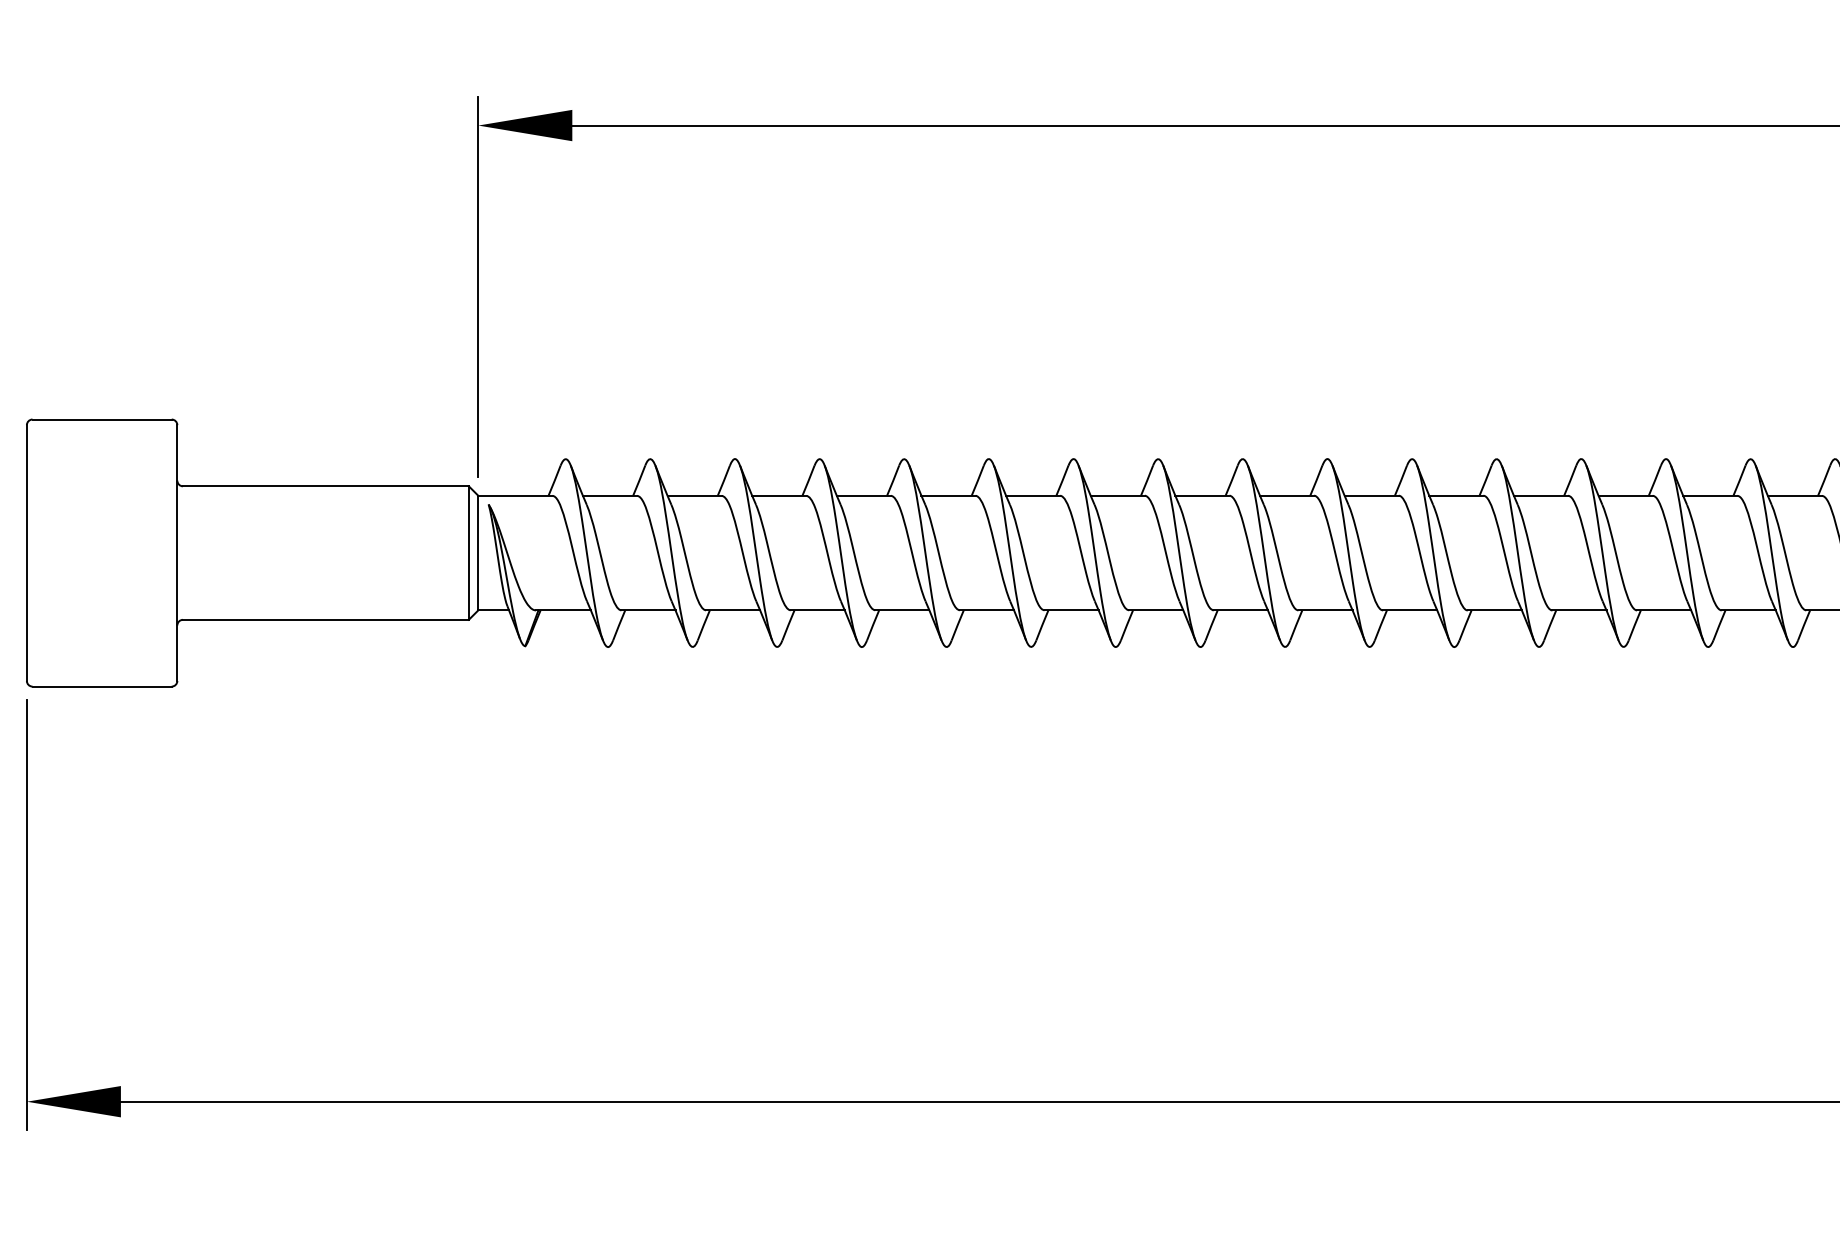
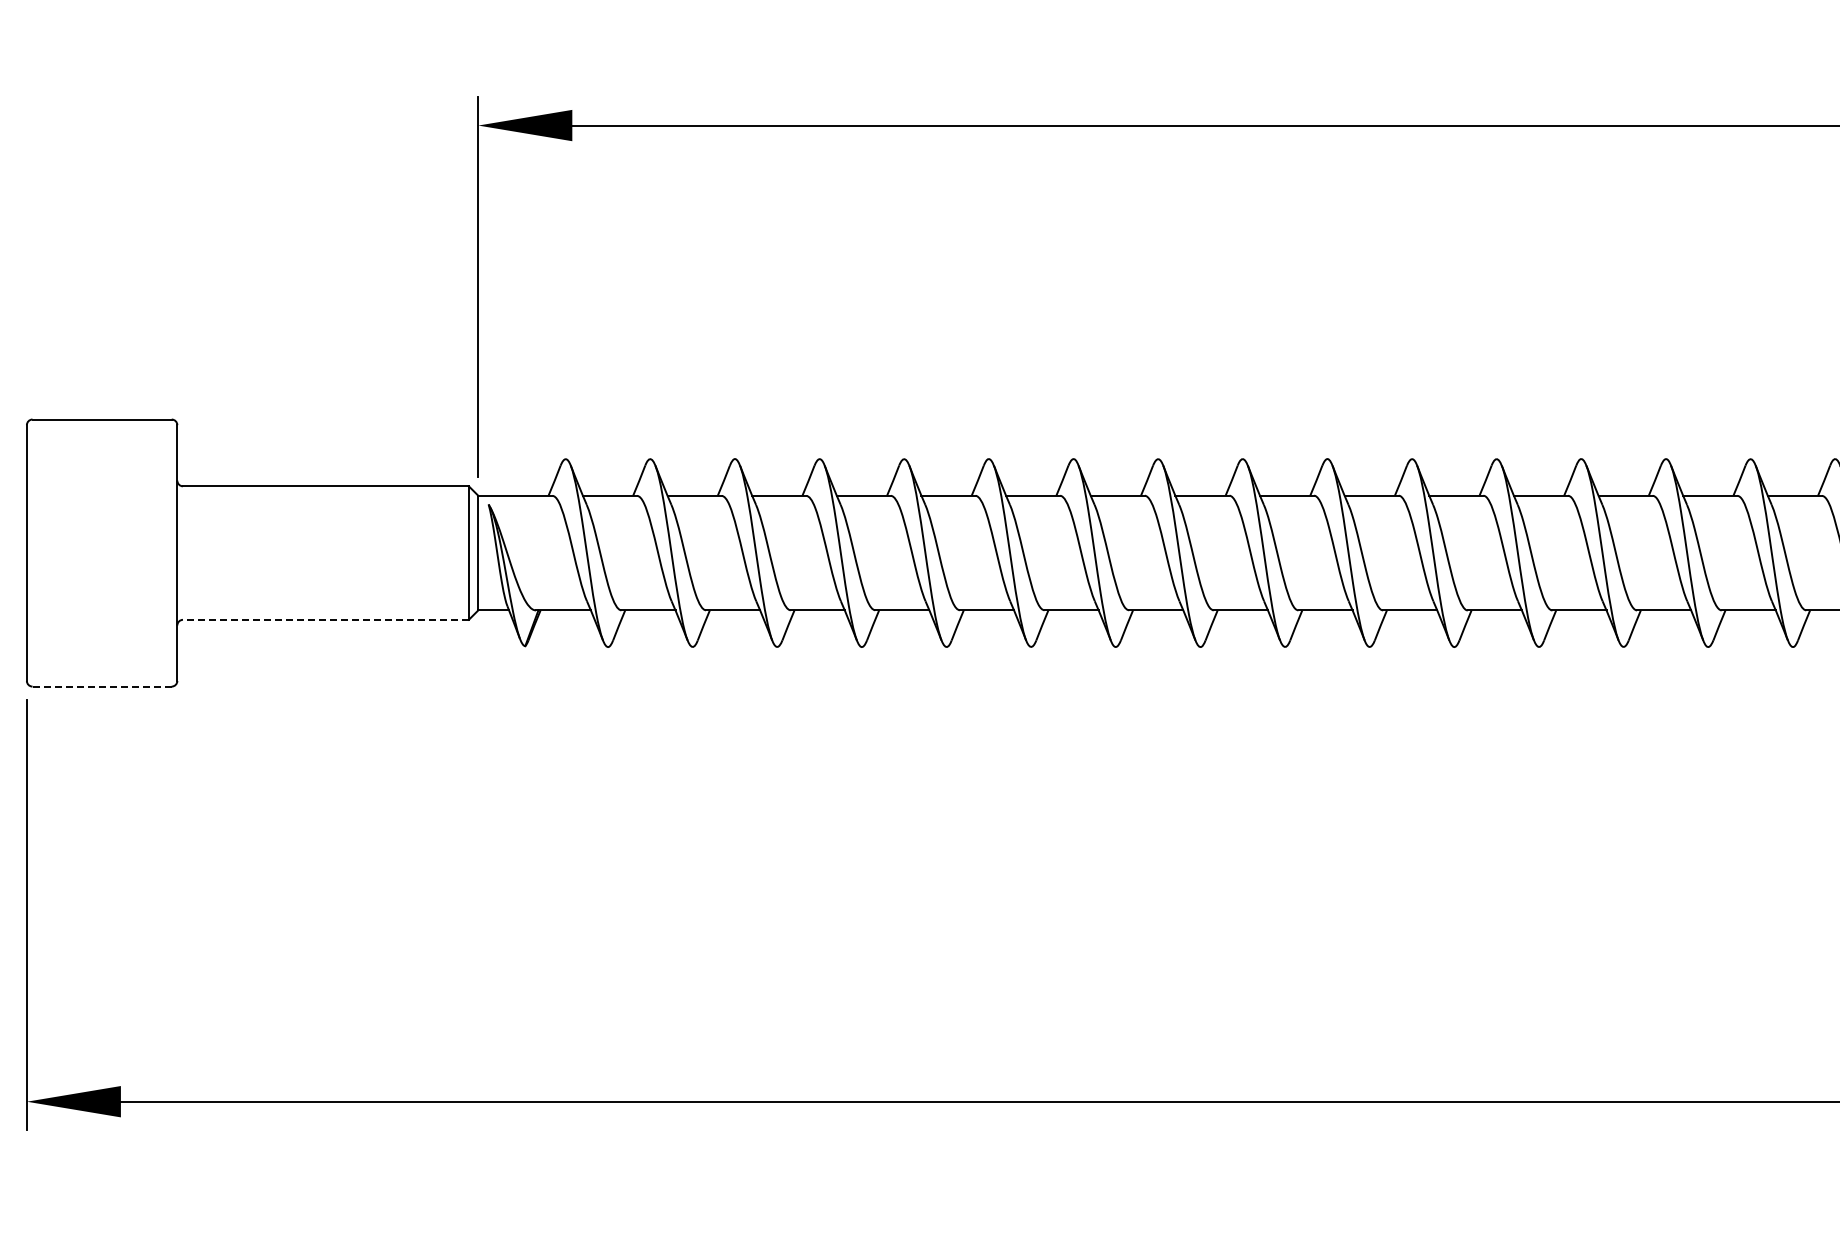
line at (325, 619): solid -> dashed
line at (102, 686): solid -> dashed
